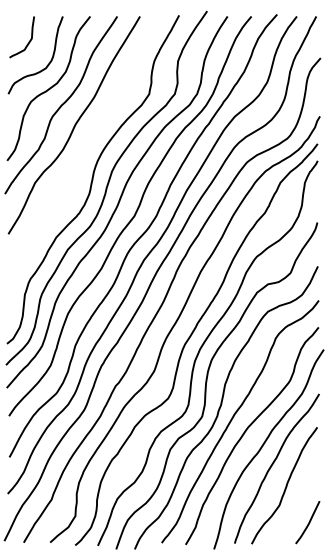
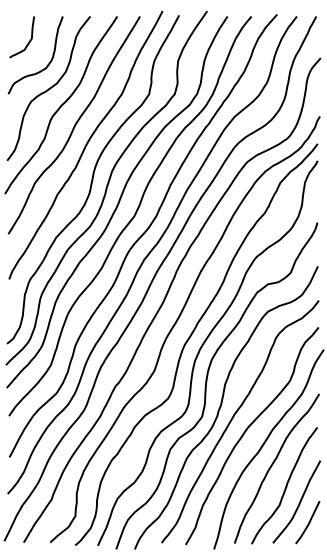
curve at (85, 144): none -> present
curve at (298, 503): none -> present
